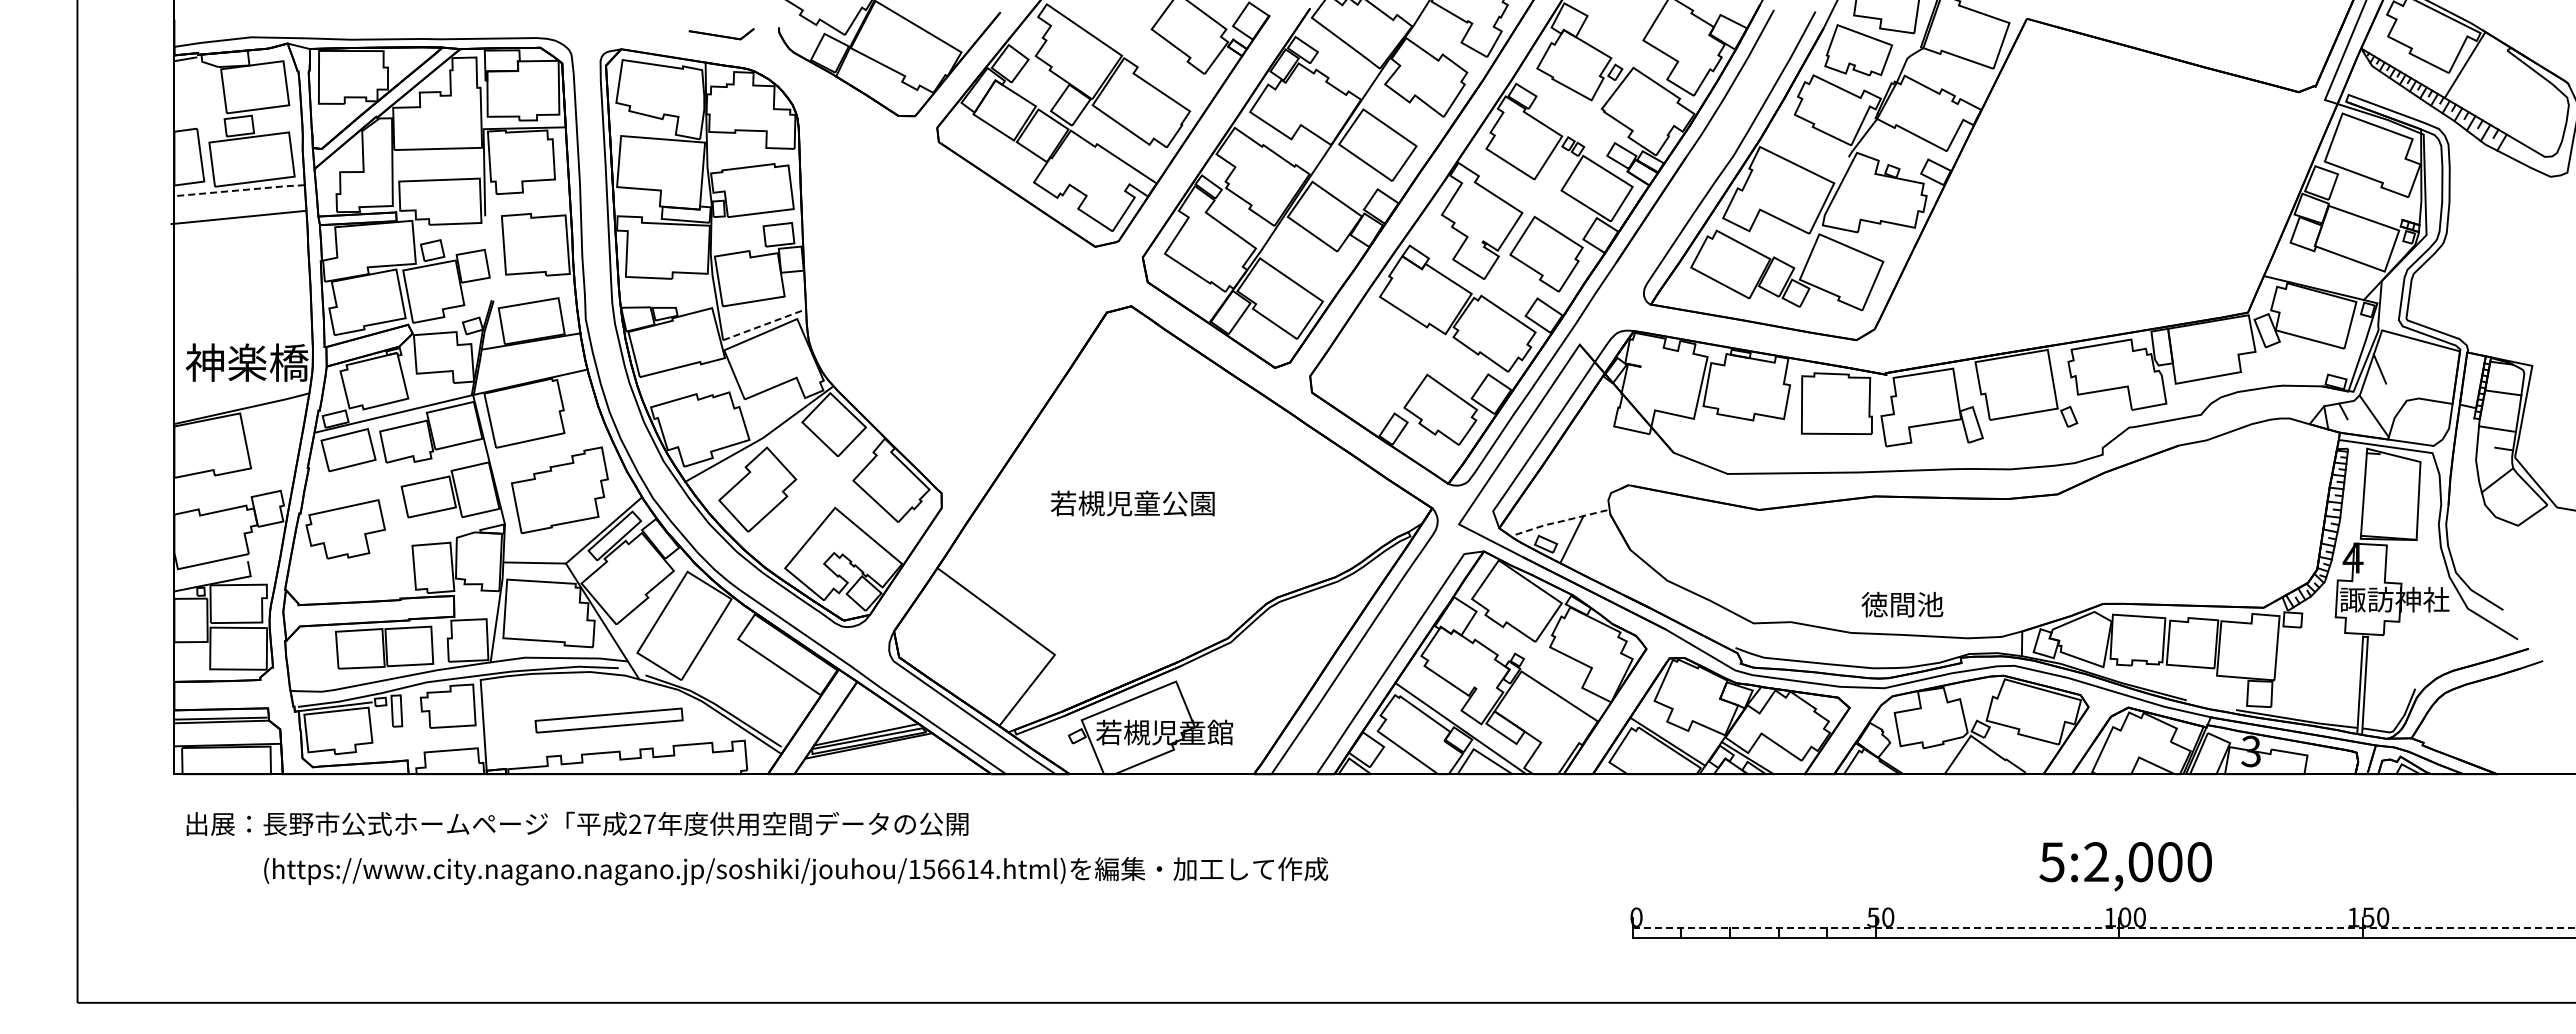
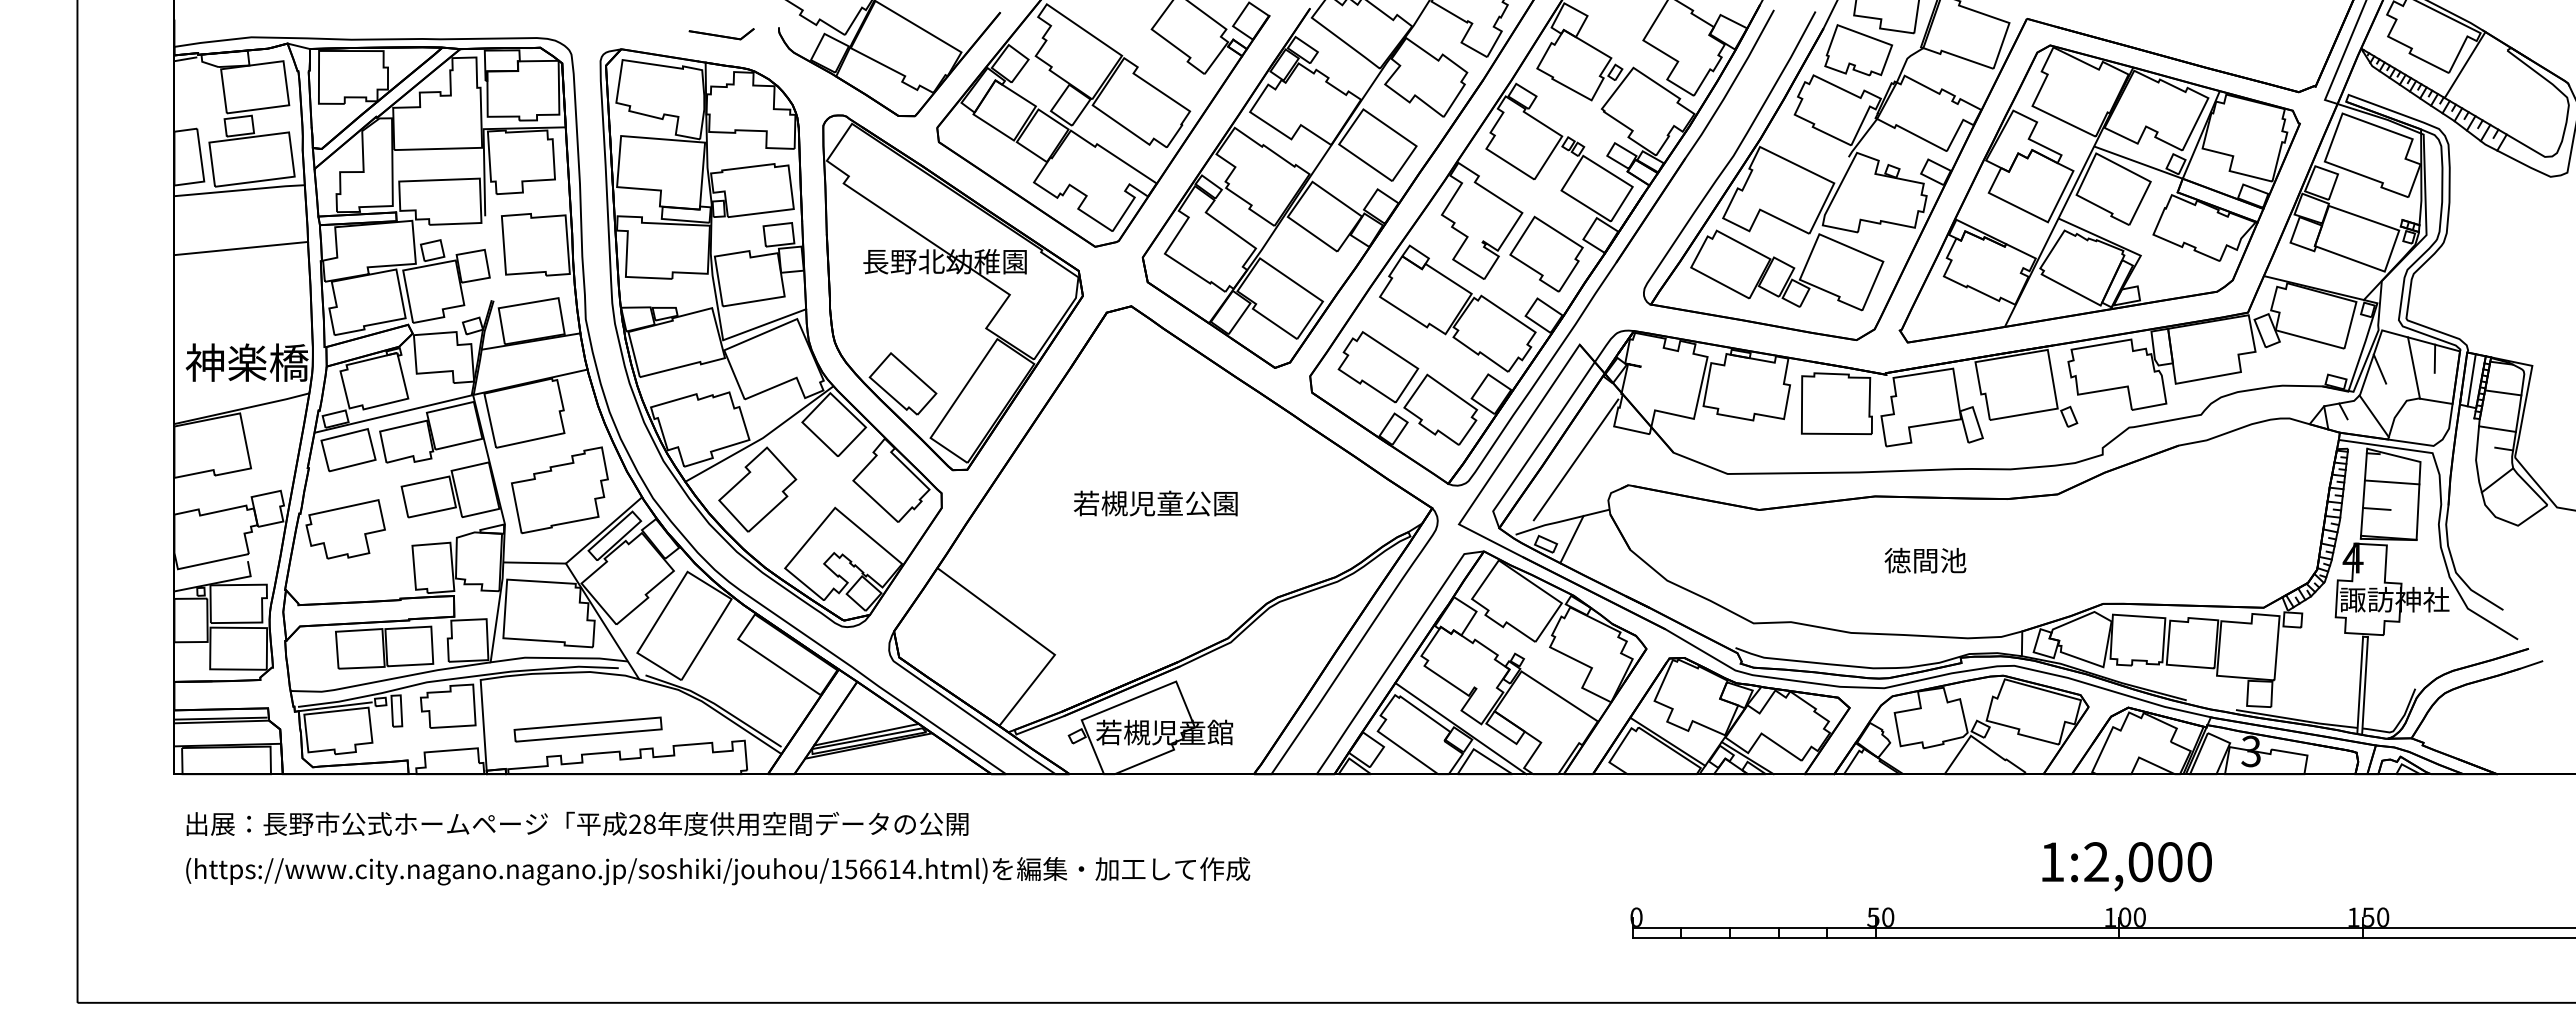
line at (239, 190): dashed -> solid
part at (2099, 193): none -> present
line at (238, 217) position: (238, 217) -> (241, 248)
part at (952, 292): none -> present
line at (765, 324): dashed -> solid
line at (2434, 358): none -> present
part at (1378, 367): none -> present
line at (2414, 367): none -> present
line at (2471, 380): none -> present
line at (1575, 459): none -> present
line at (2391, 482): none -> present
text at (1132, 503) position: (1132, 503) -> (1155, 503)
line at (2376, 508): none -> present
line at (1561, 521): dashed -> solid
text at (1902, 604) position: (1902, 604) -> (1925, 560)
part at (608, 720) position: (608, 720) -> (587, 729)
text at (649, 824): 27 -> 28
text at (2051, 862): 5:2,000 -> 1:2,000
text at (796, 871) position: (796, 871) -> (718, 871)
line at (2104, 927): dashed -> solid
